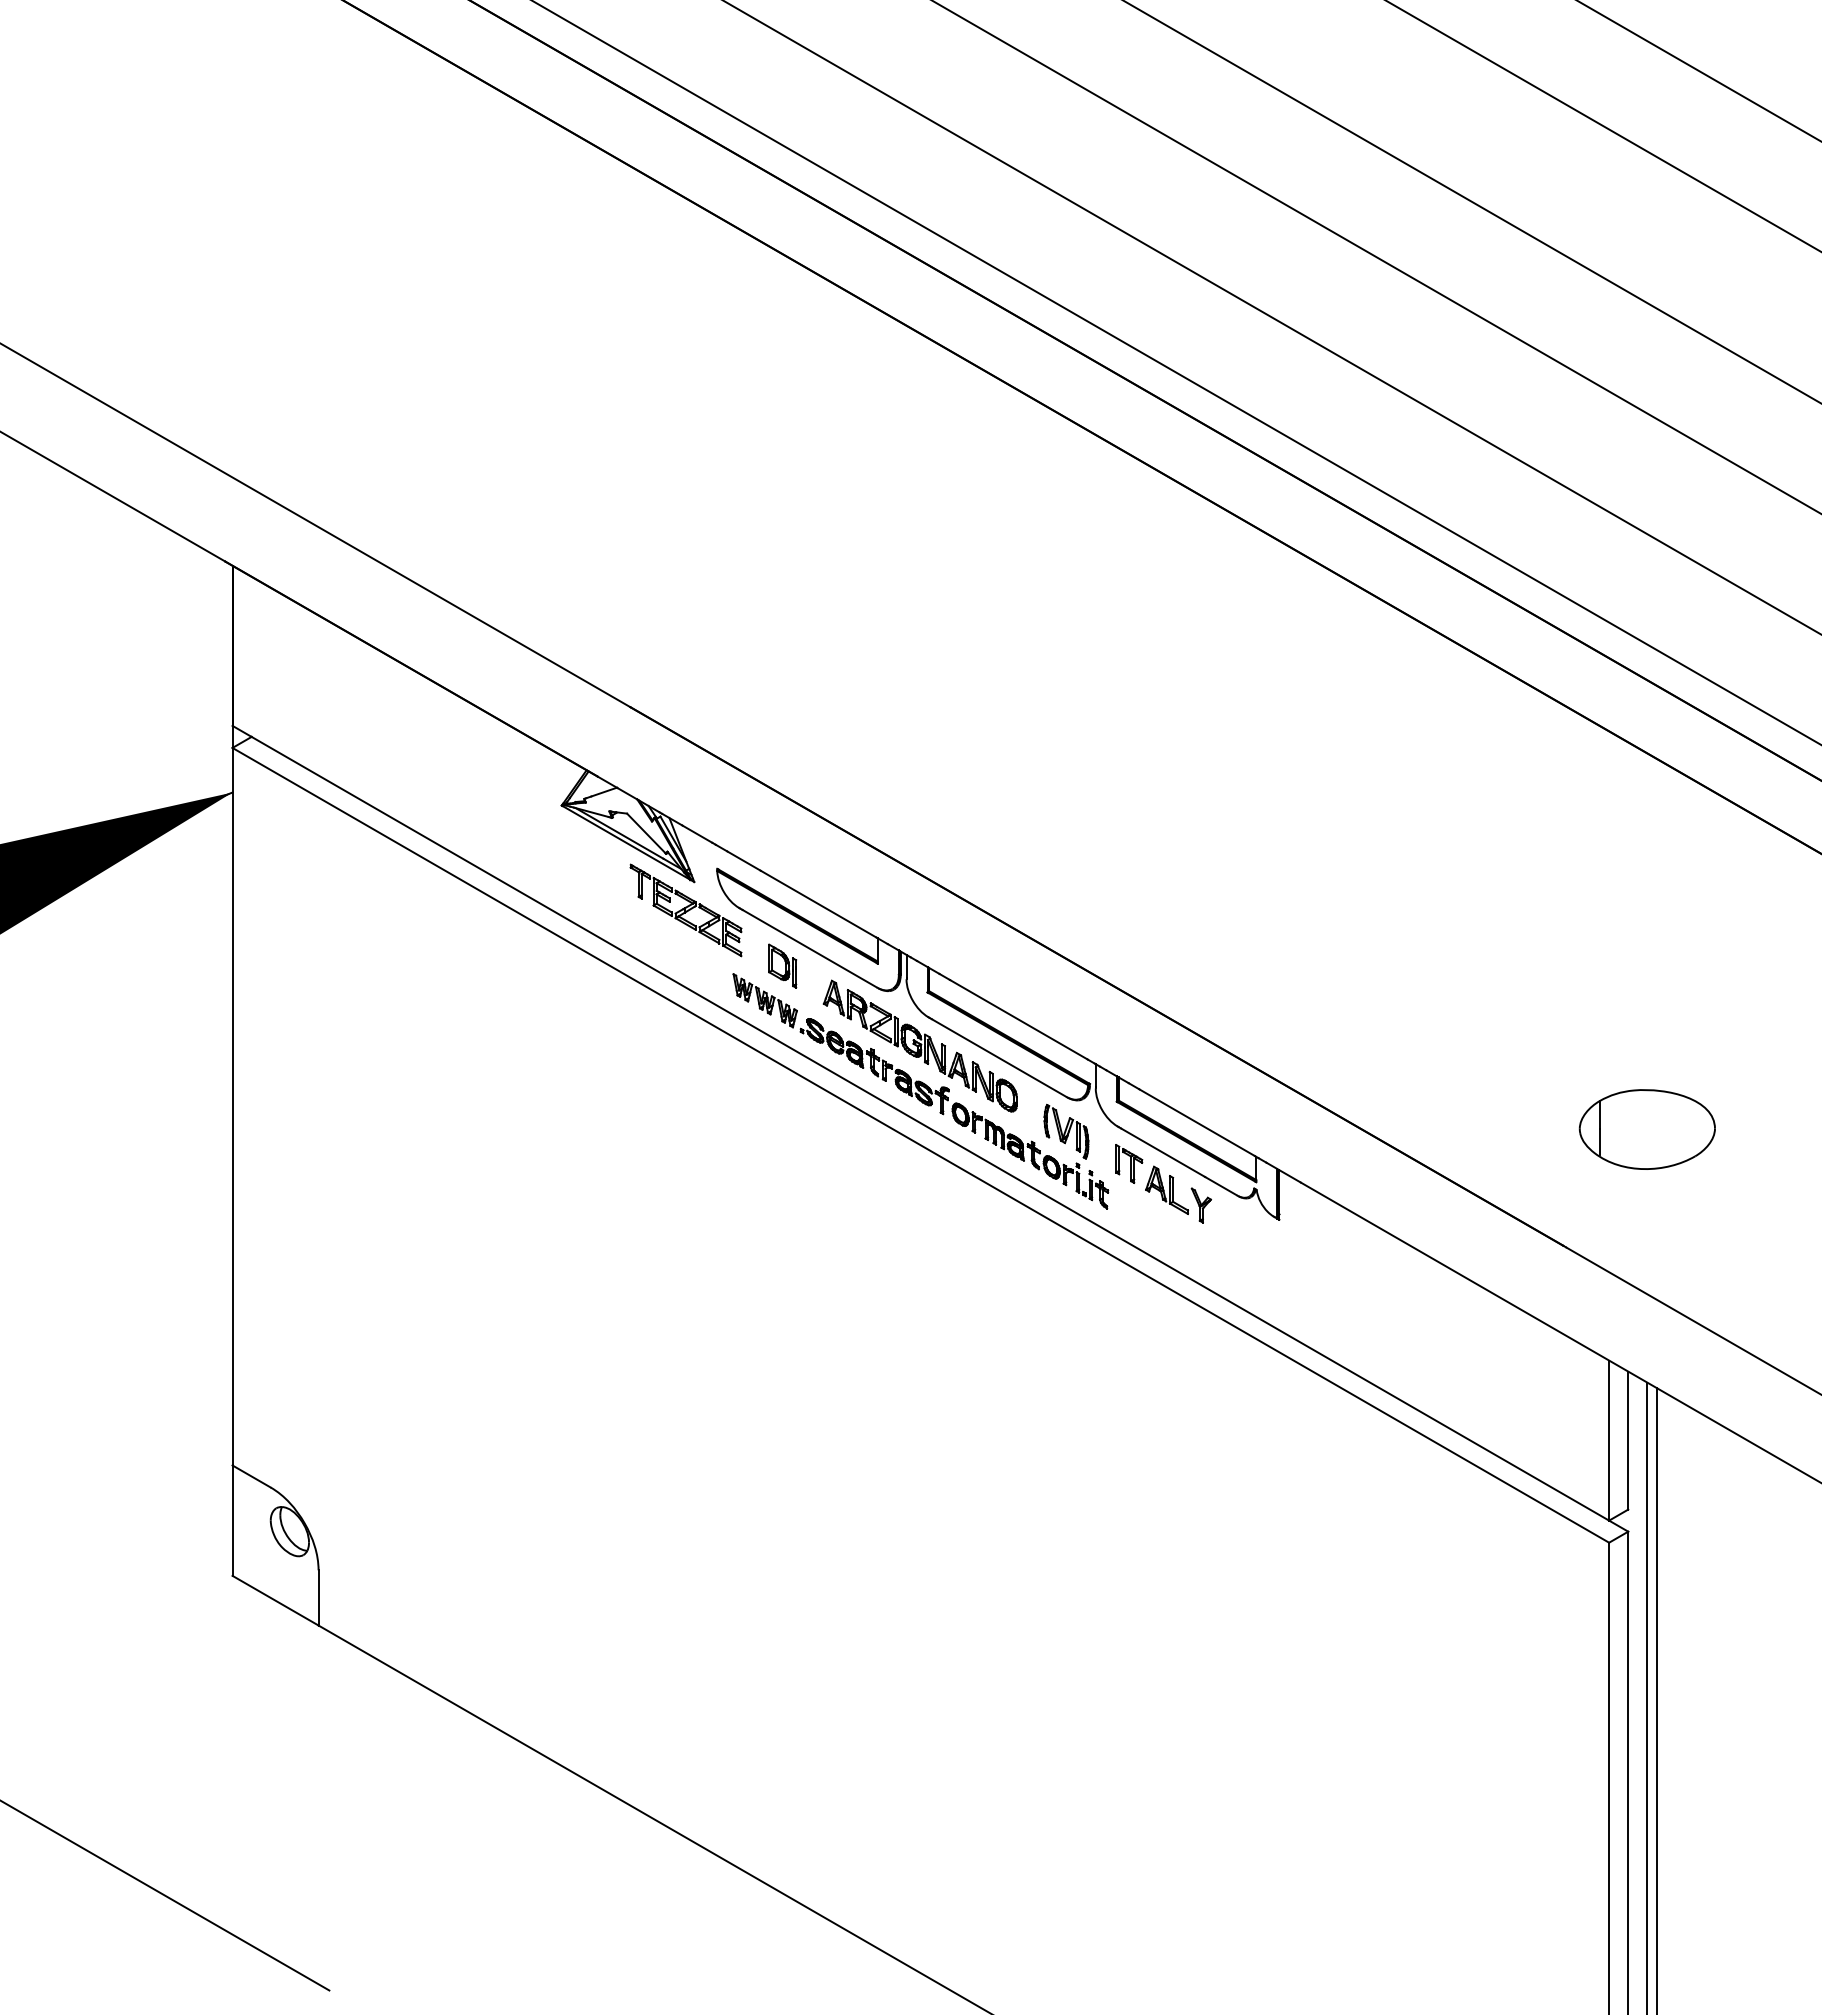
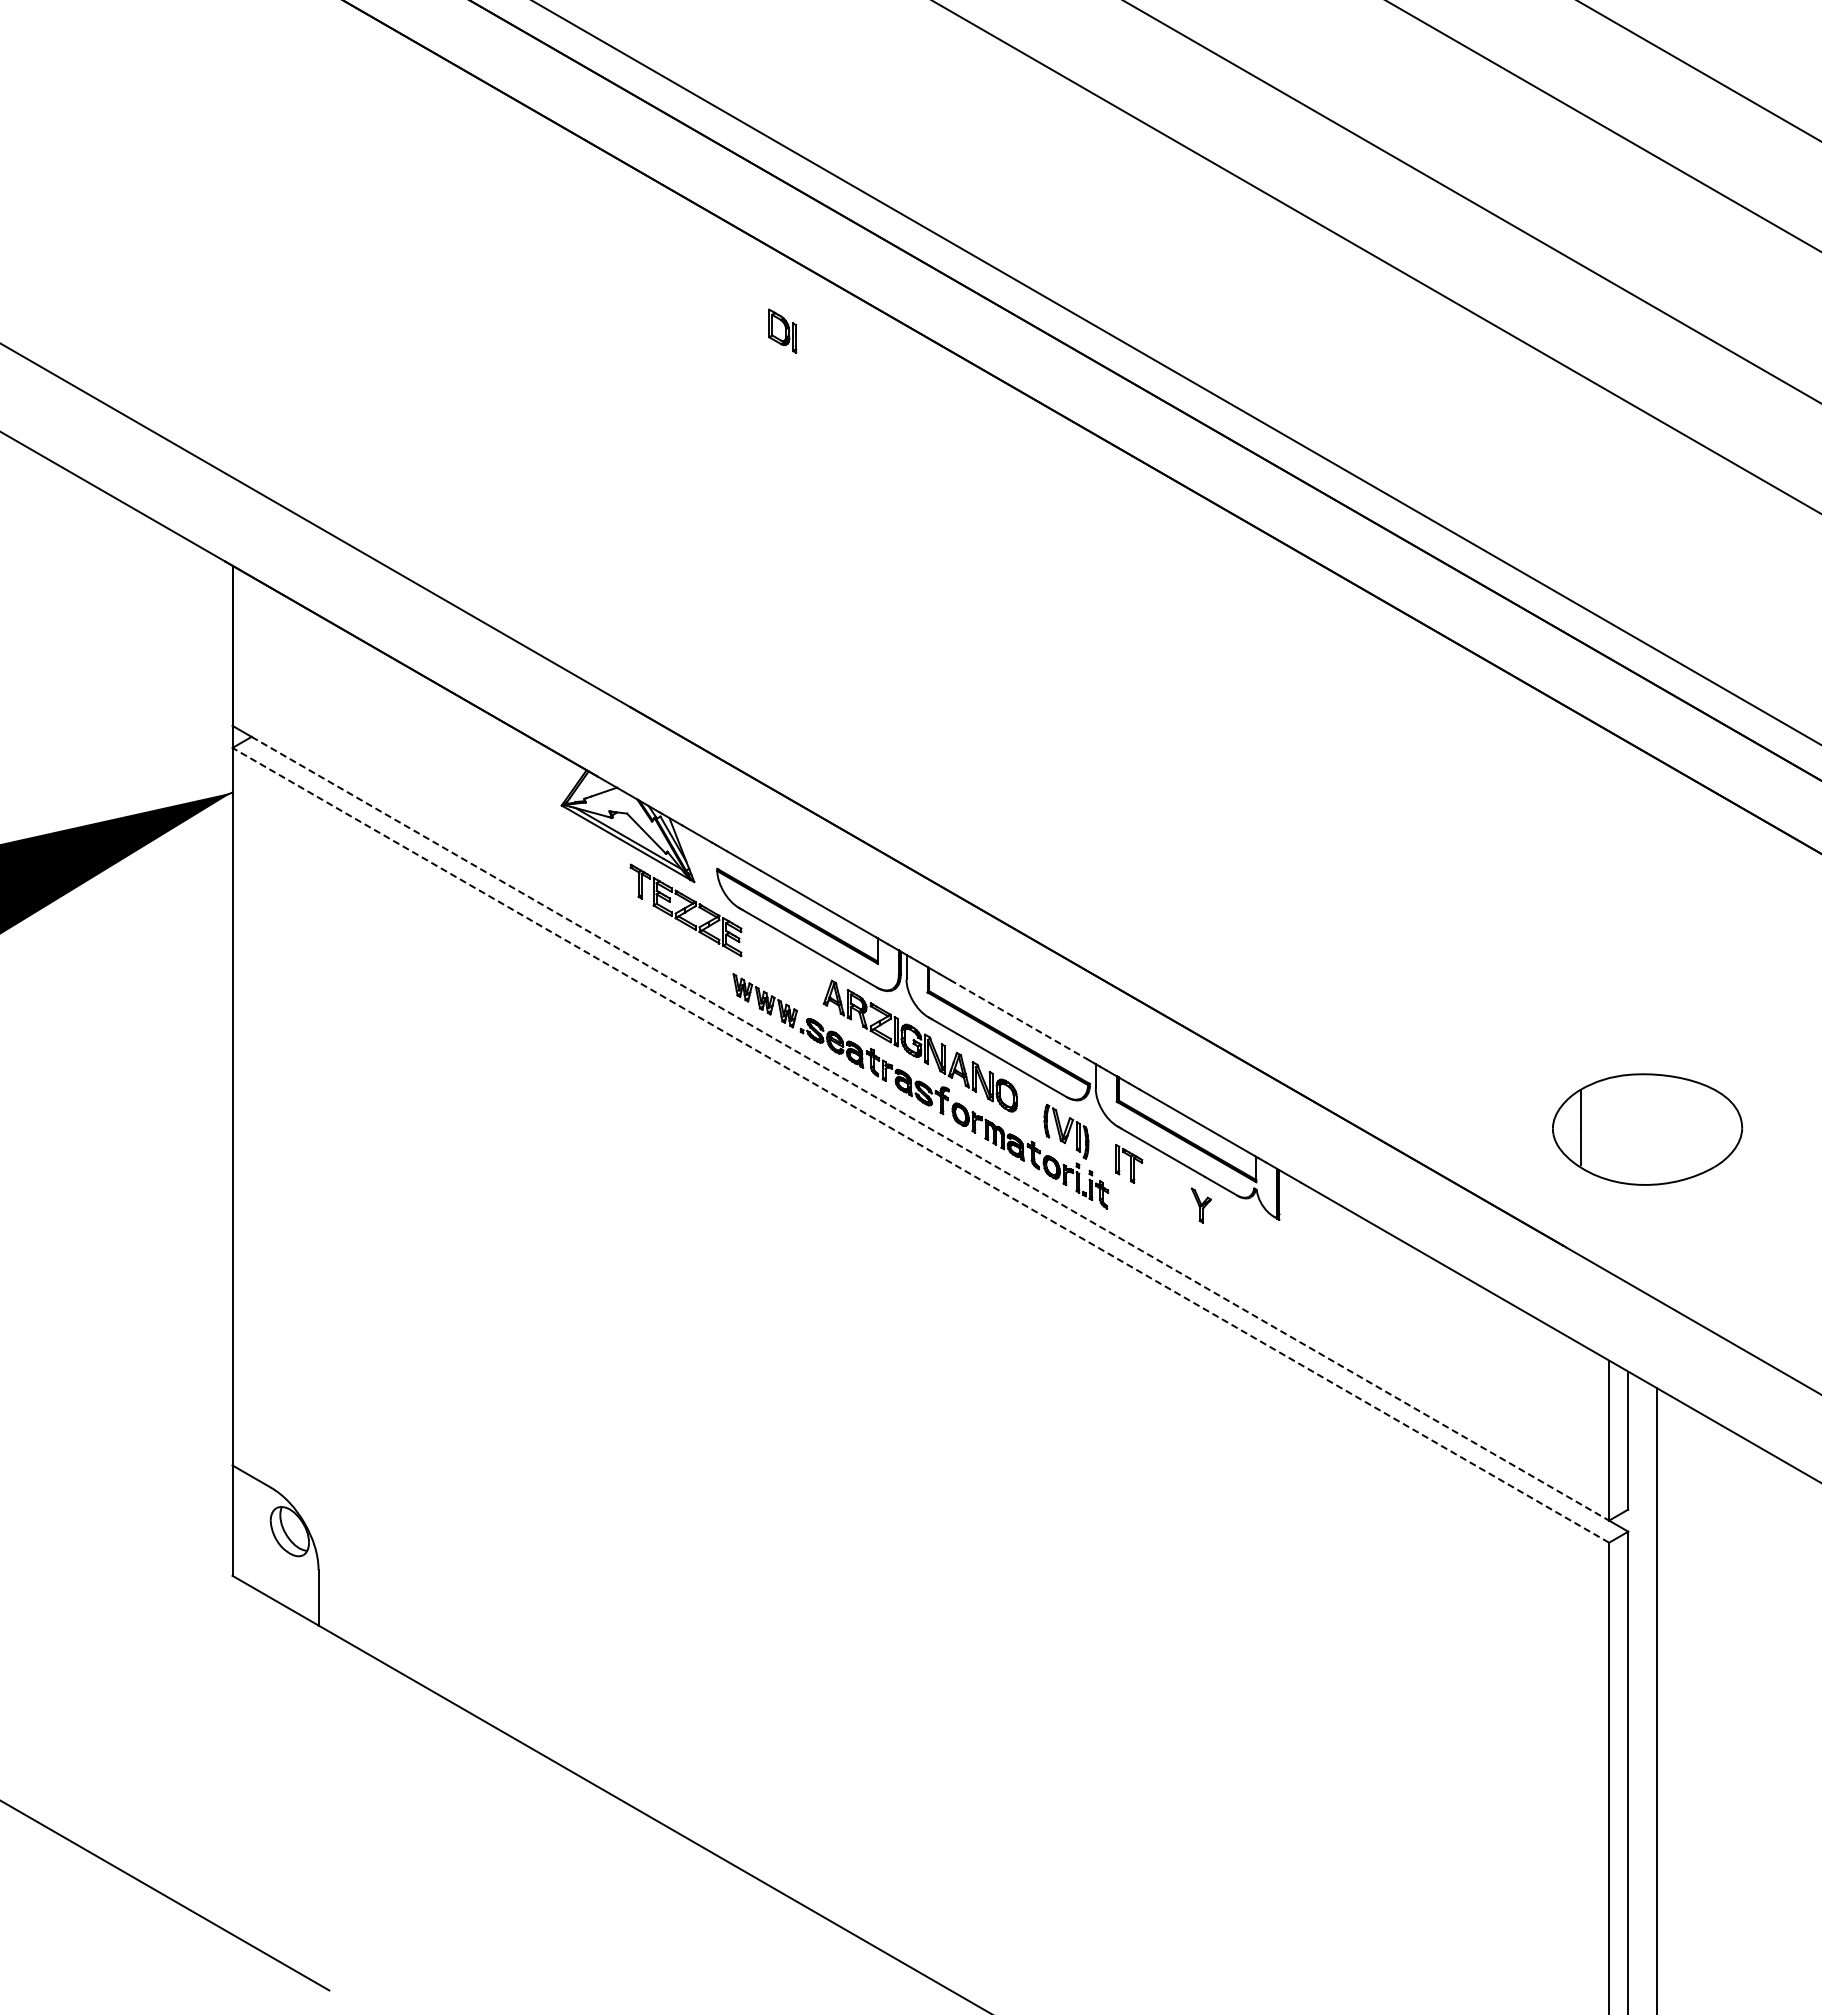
line at (1272, 317): present -> none
part at (782, 965) position: (782, 965) -> (782, 330)
line at (1019, 1020): solid -> dashed
line at (930, 1128): solid -> dashed
part at (1646, 1129) size: 138x81 px -> 192x113 px
line at (920, 1145): solid -> dashed
part at (1166, 1189): present -> none
line at (1647, 1696): present -> none
